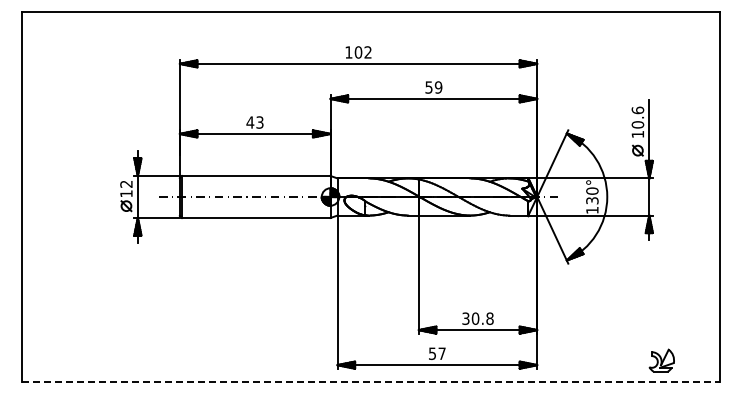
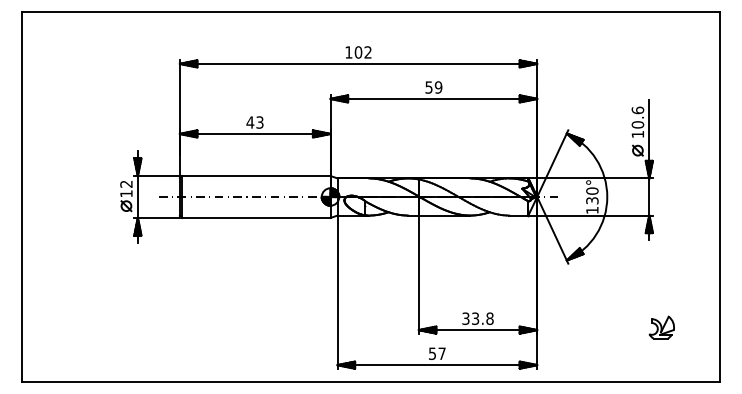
text at (475, 318): 30.8 -> 33.8
part at (661, 360) position: (661, 360) -> (661, 327)
line at (371, 381): dashed -> solid
